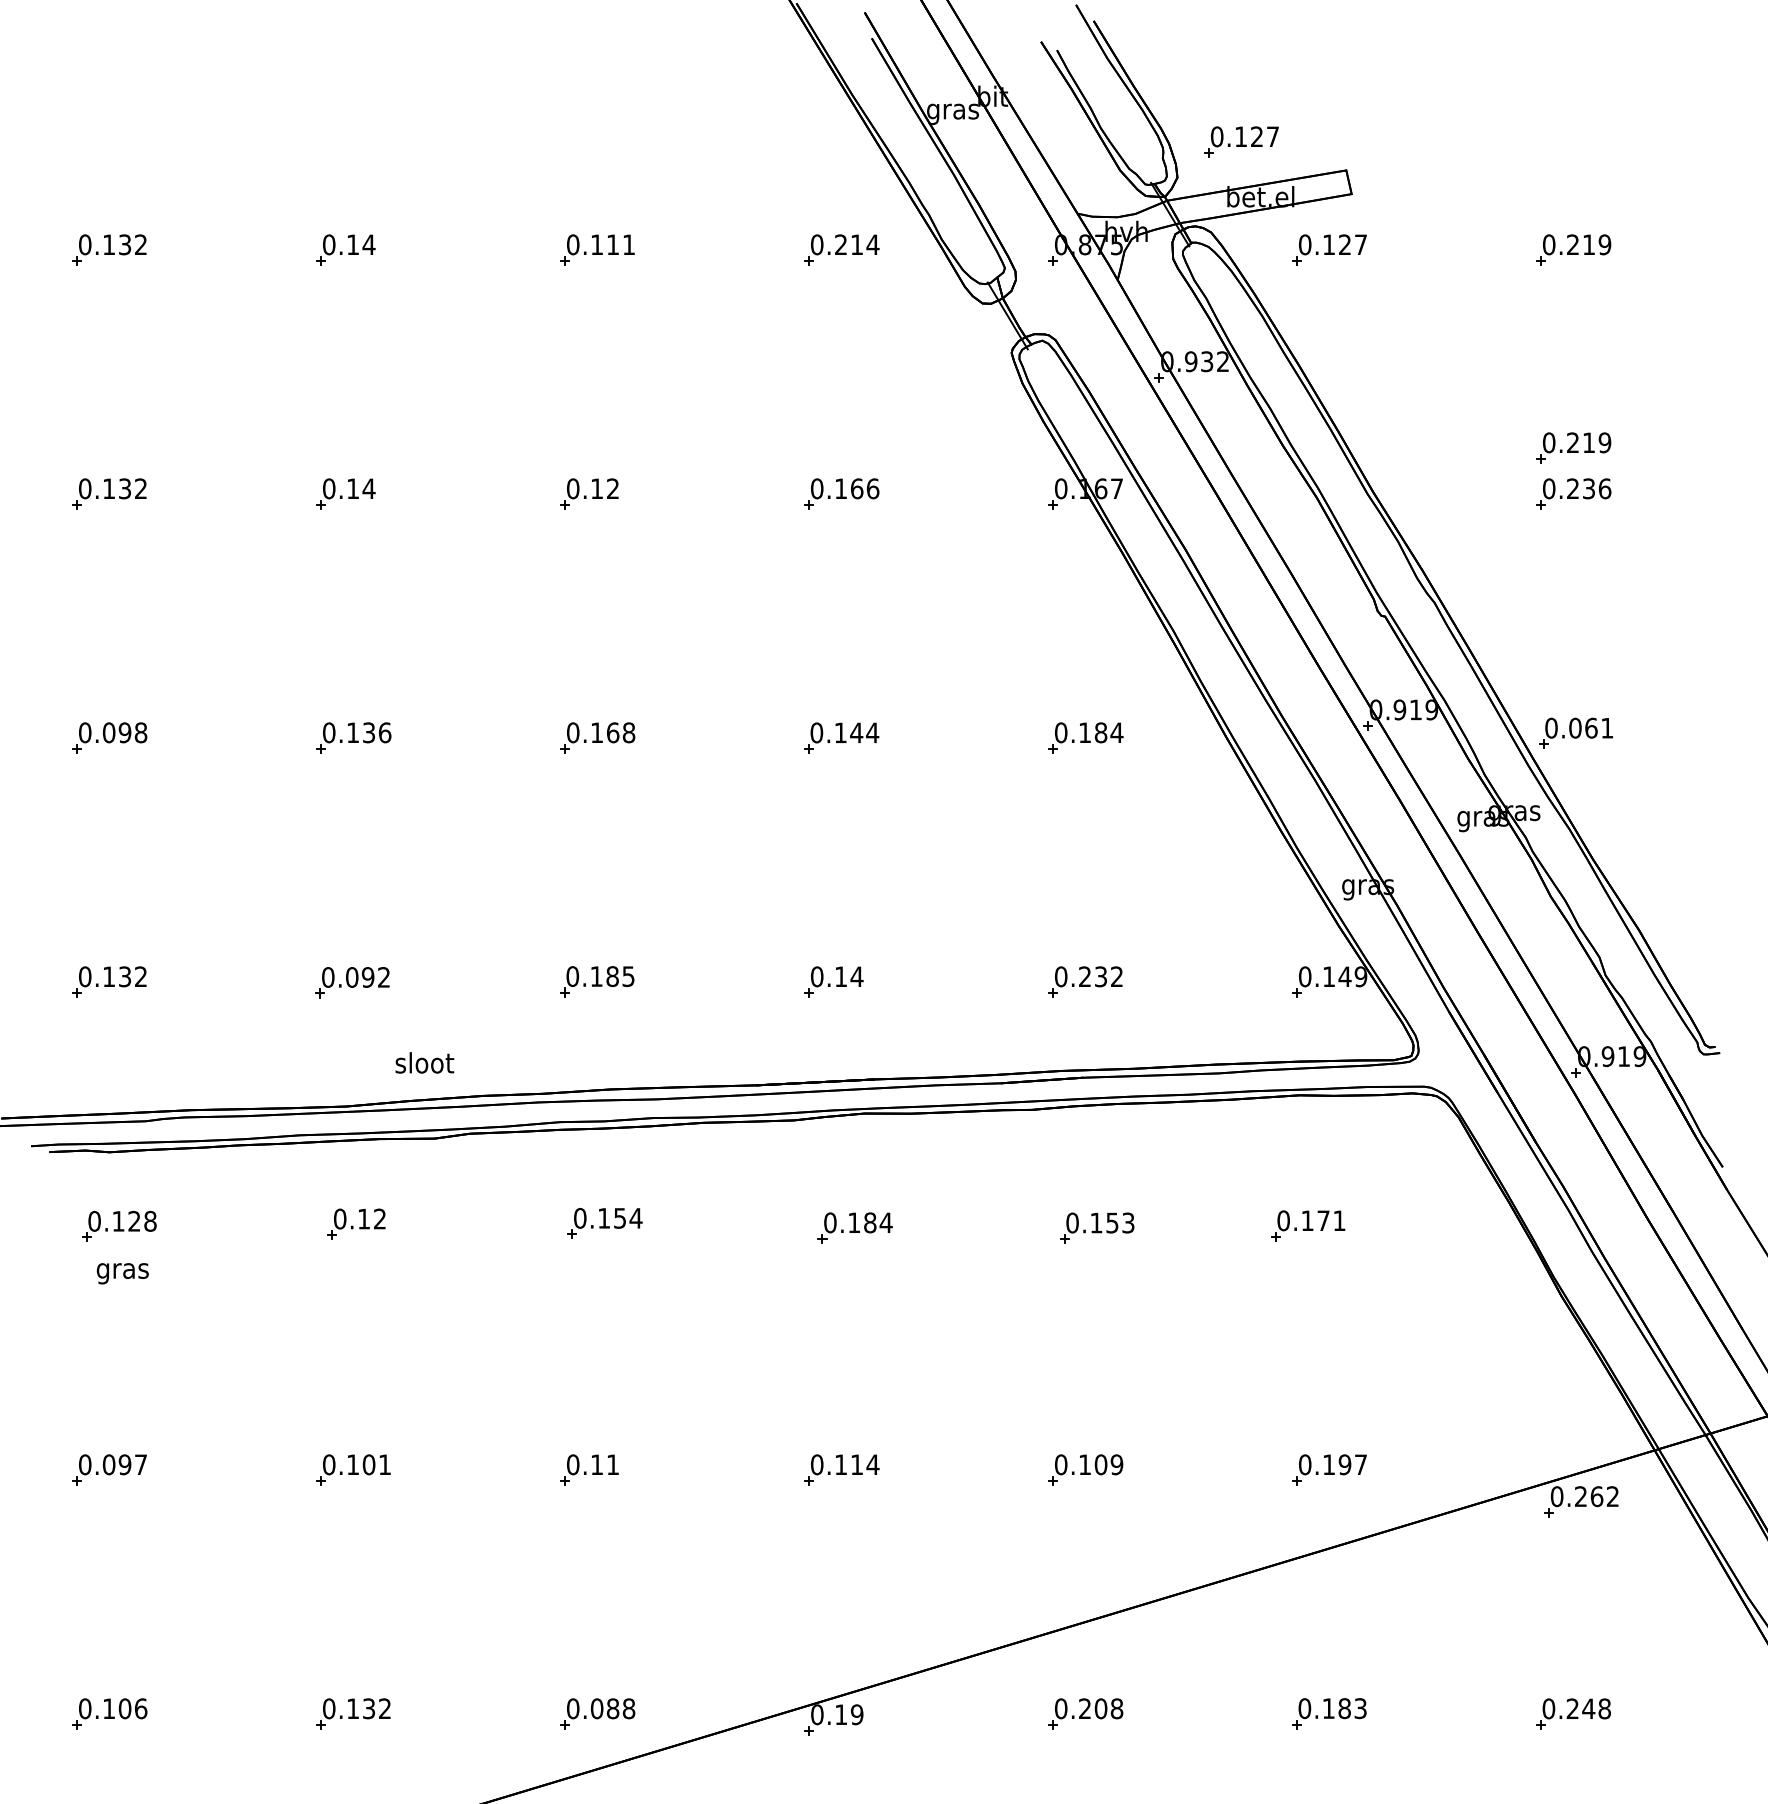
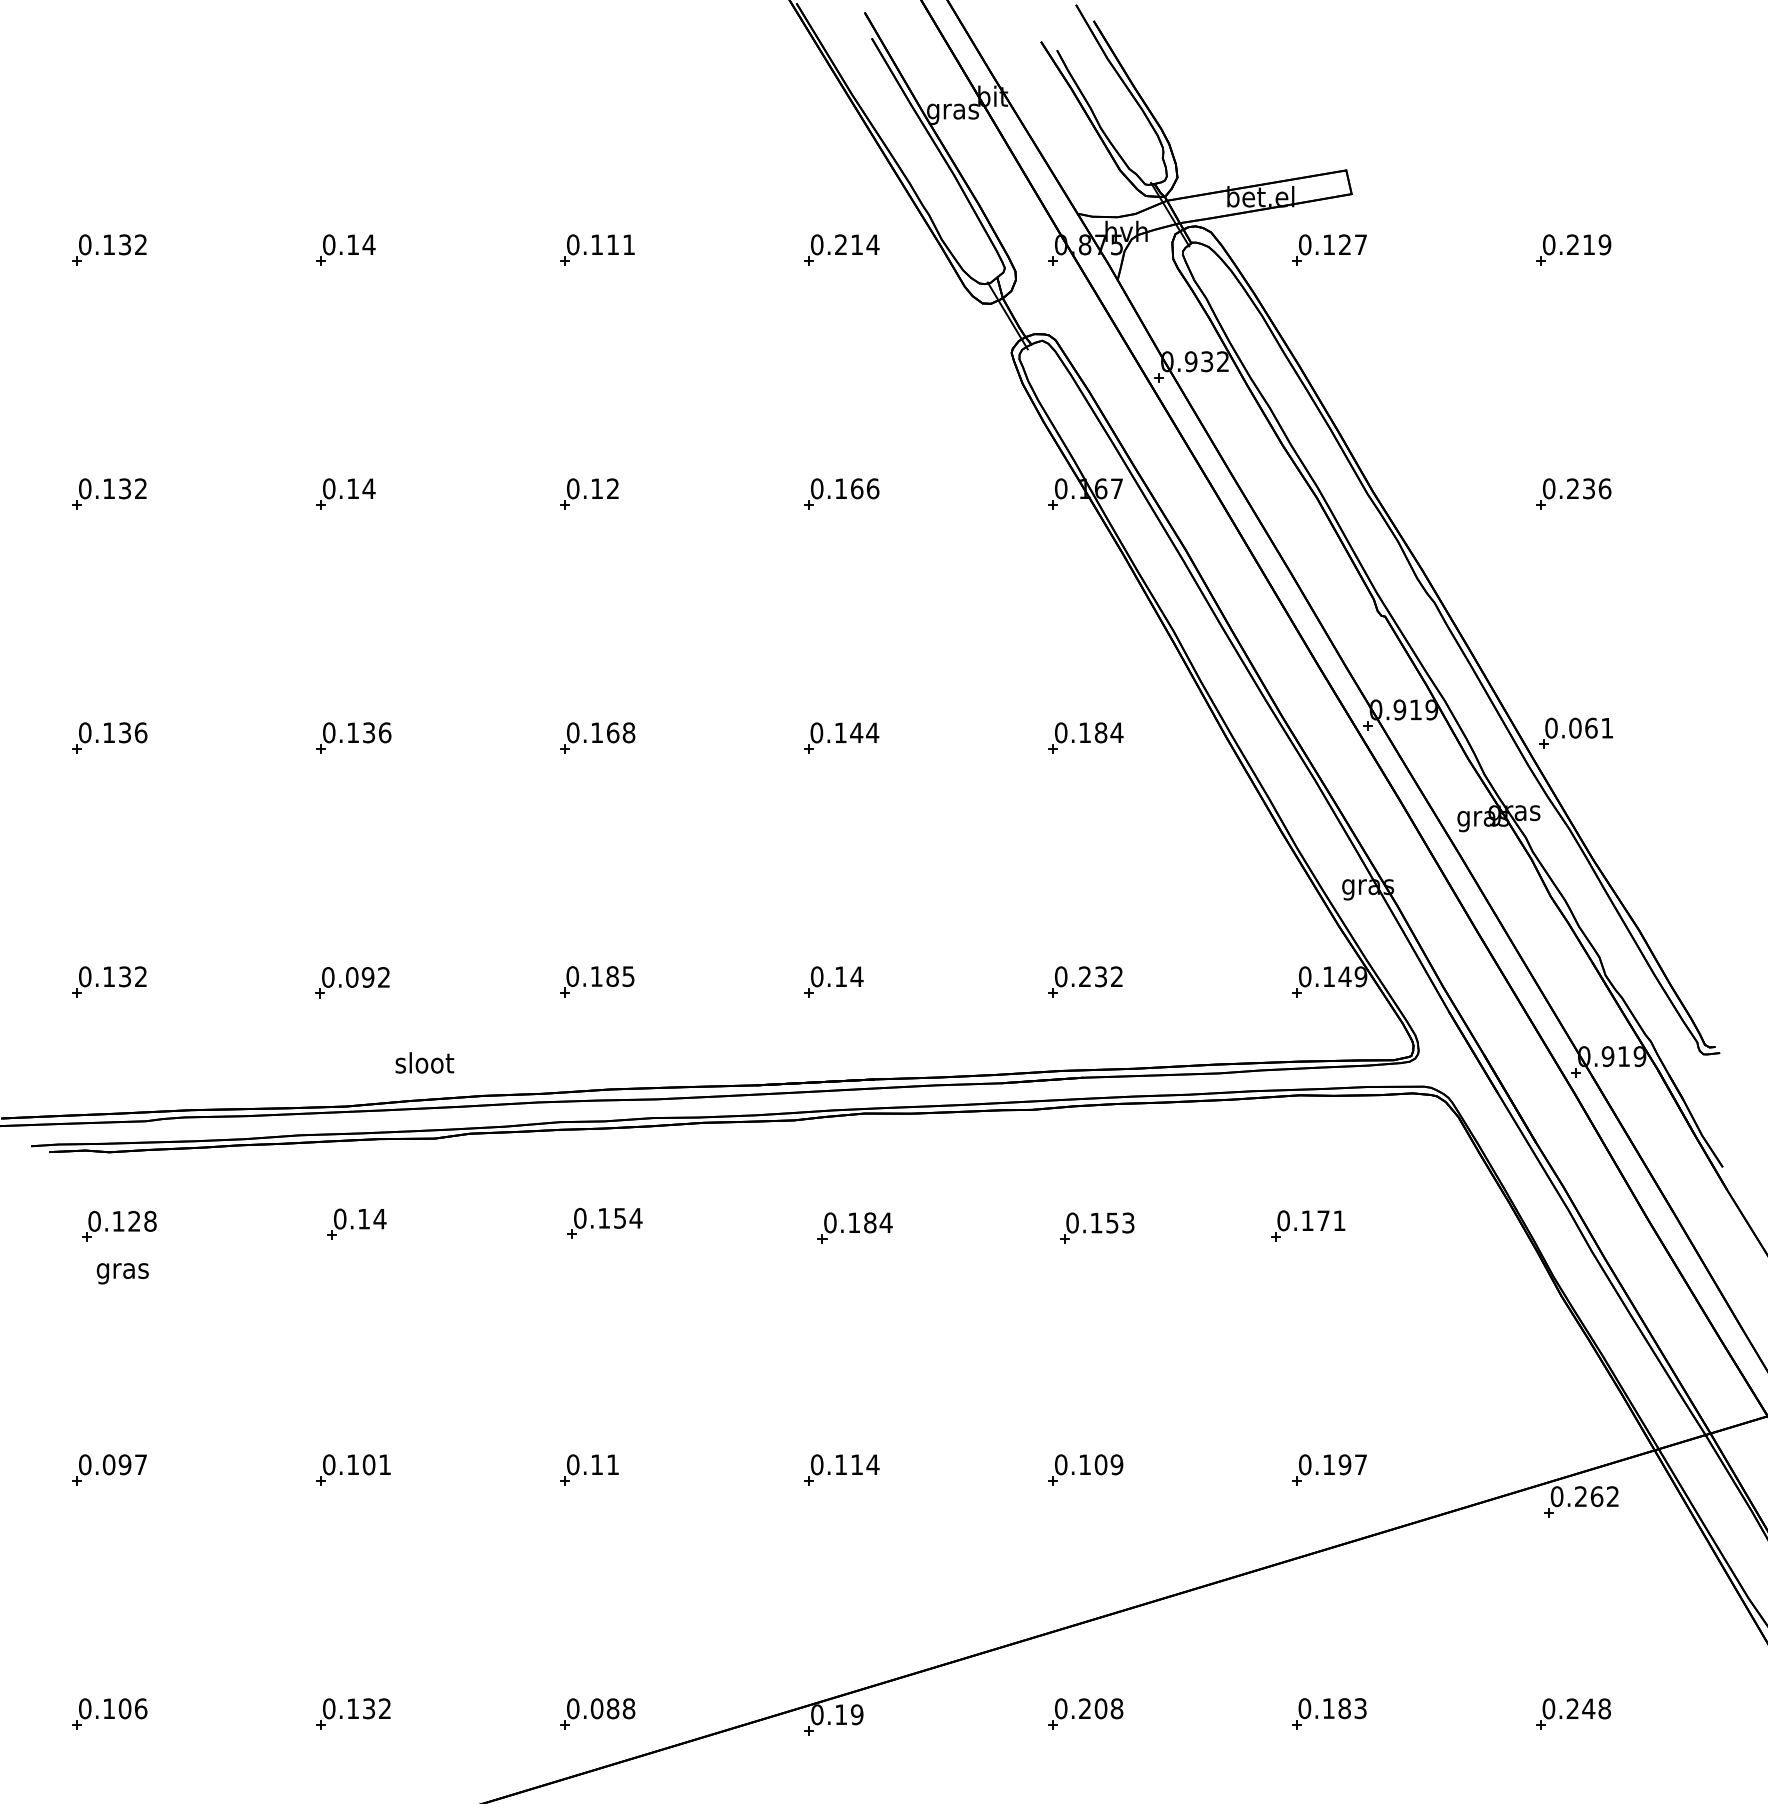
part at (1241, 141): present -> none
part at (1573, 447): present -> none
text at (124, 732): 0.098 -> 0.136
text at (379, 1218): 0.12 -> 0.14
